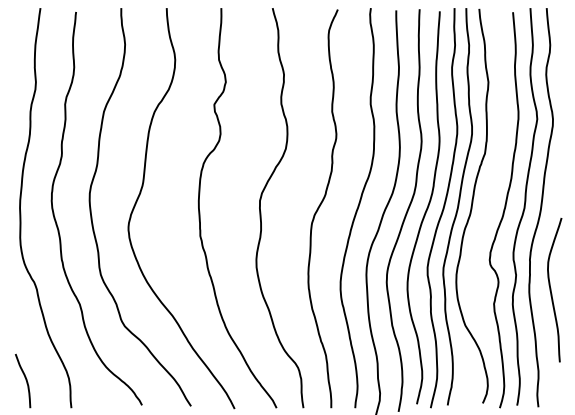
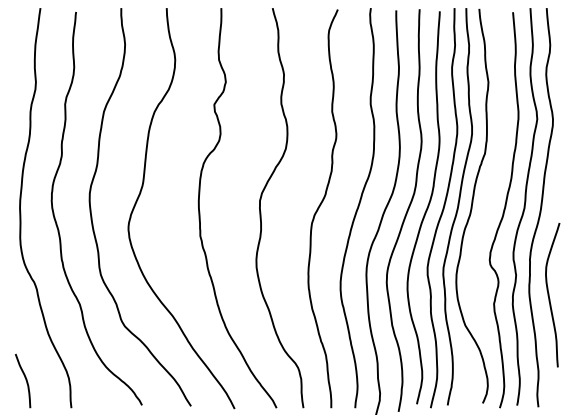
curve at (551, 290) position: (551, 290) -> (549, 295)
